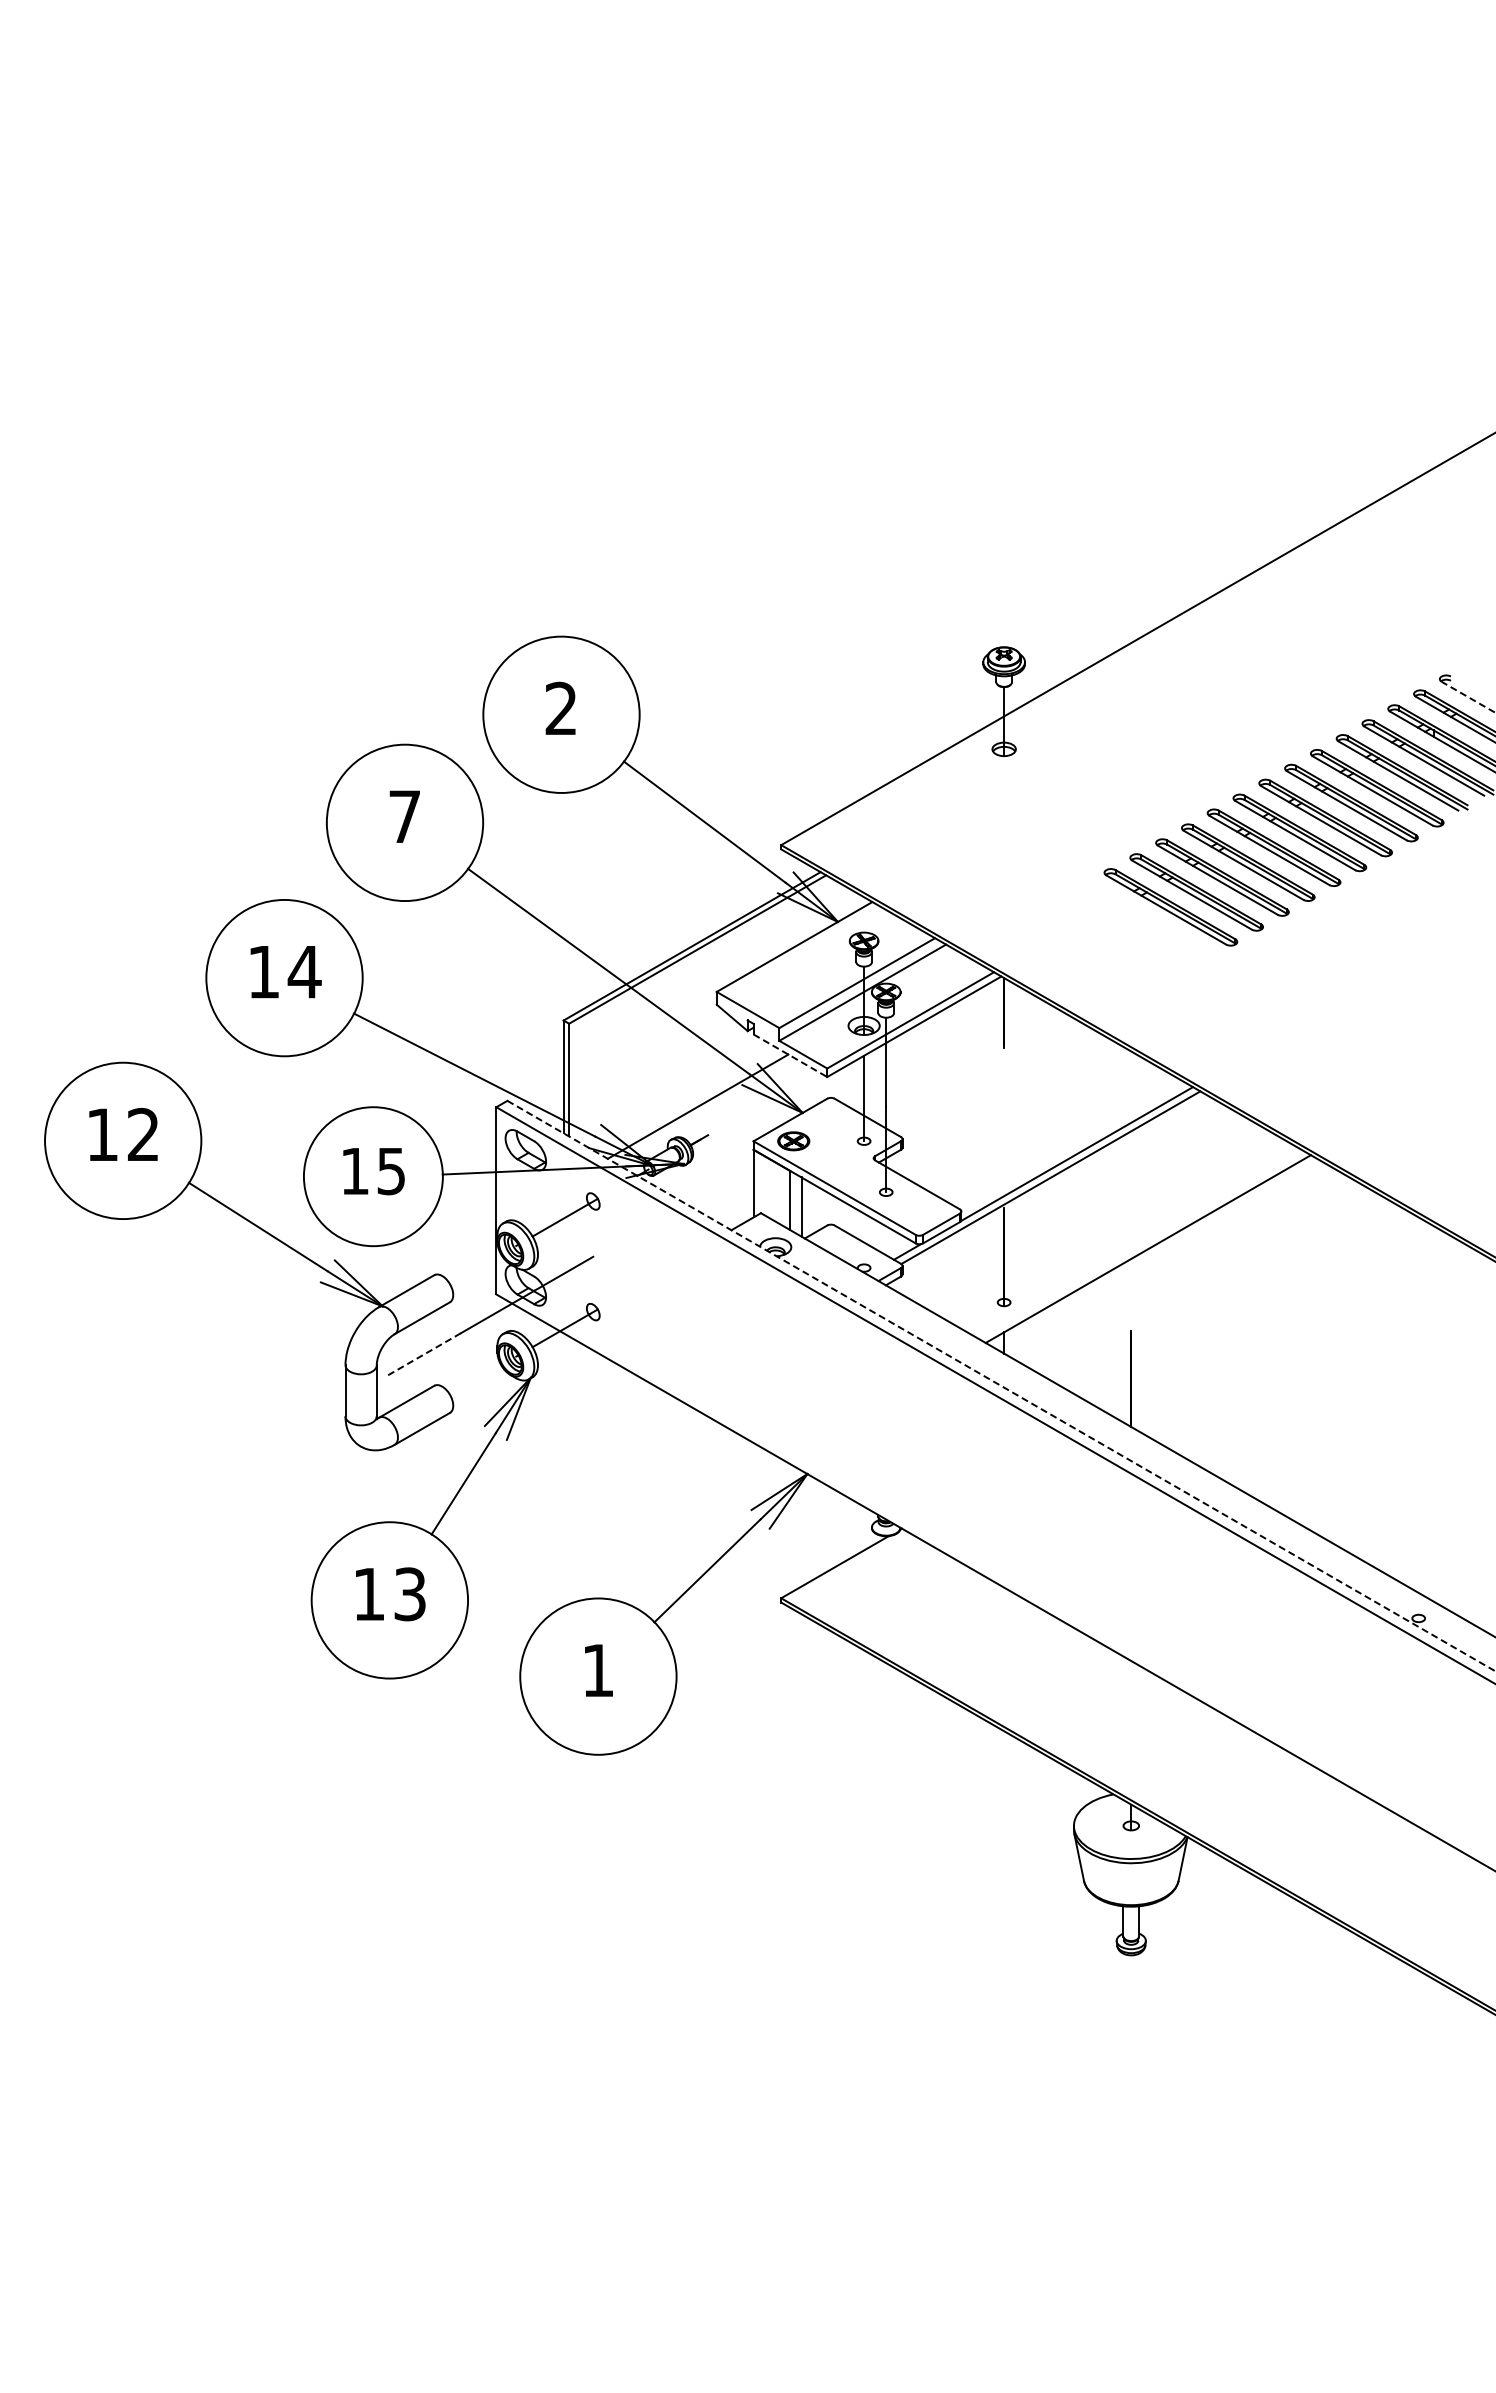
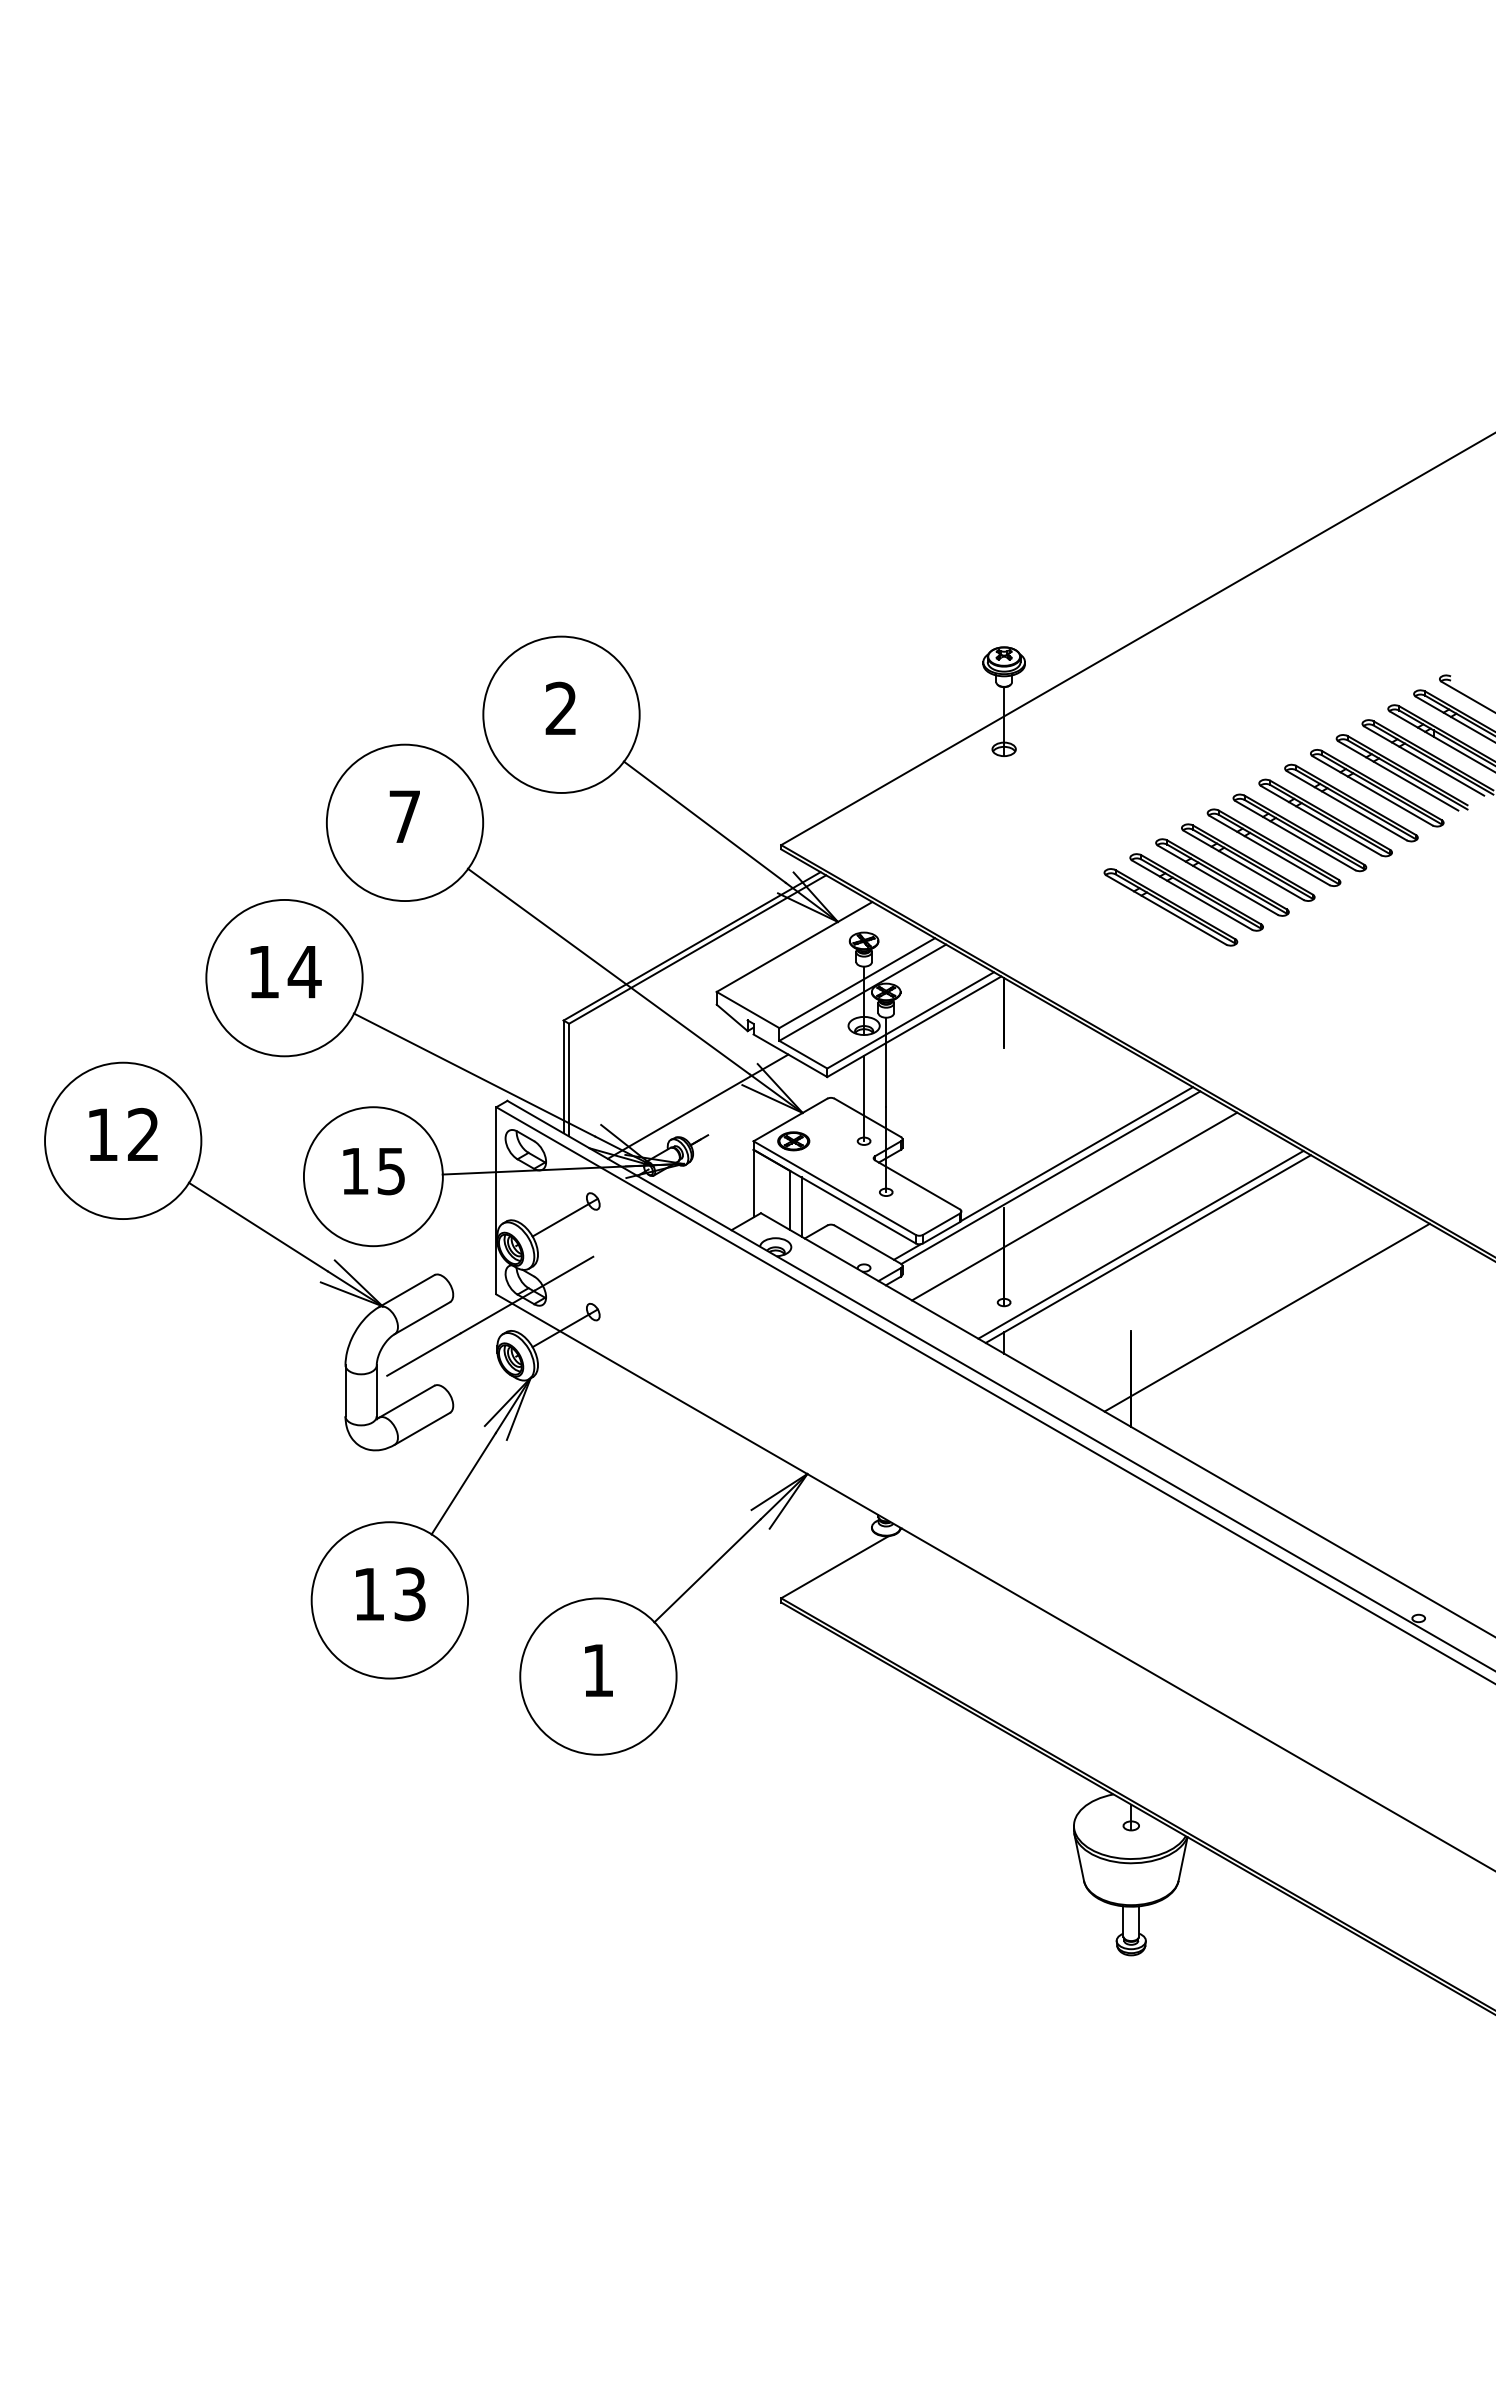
line at (1468, 697): dashed -> solid
line at (790, 1055): dashed -> solid
line at (1074, 1206): none -> present
line at (1140, 1244): none -> present
line at (1266, 1317): none -> present
line at (424, 1354): dashed -> solid
line at (1001, 1386): dashed -> solid
